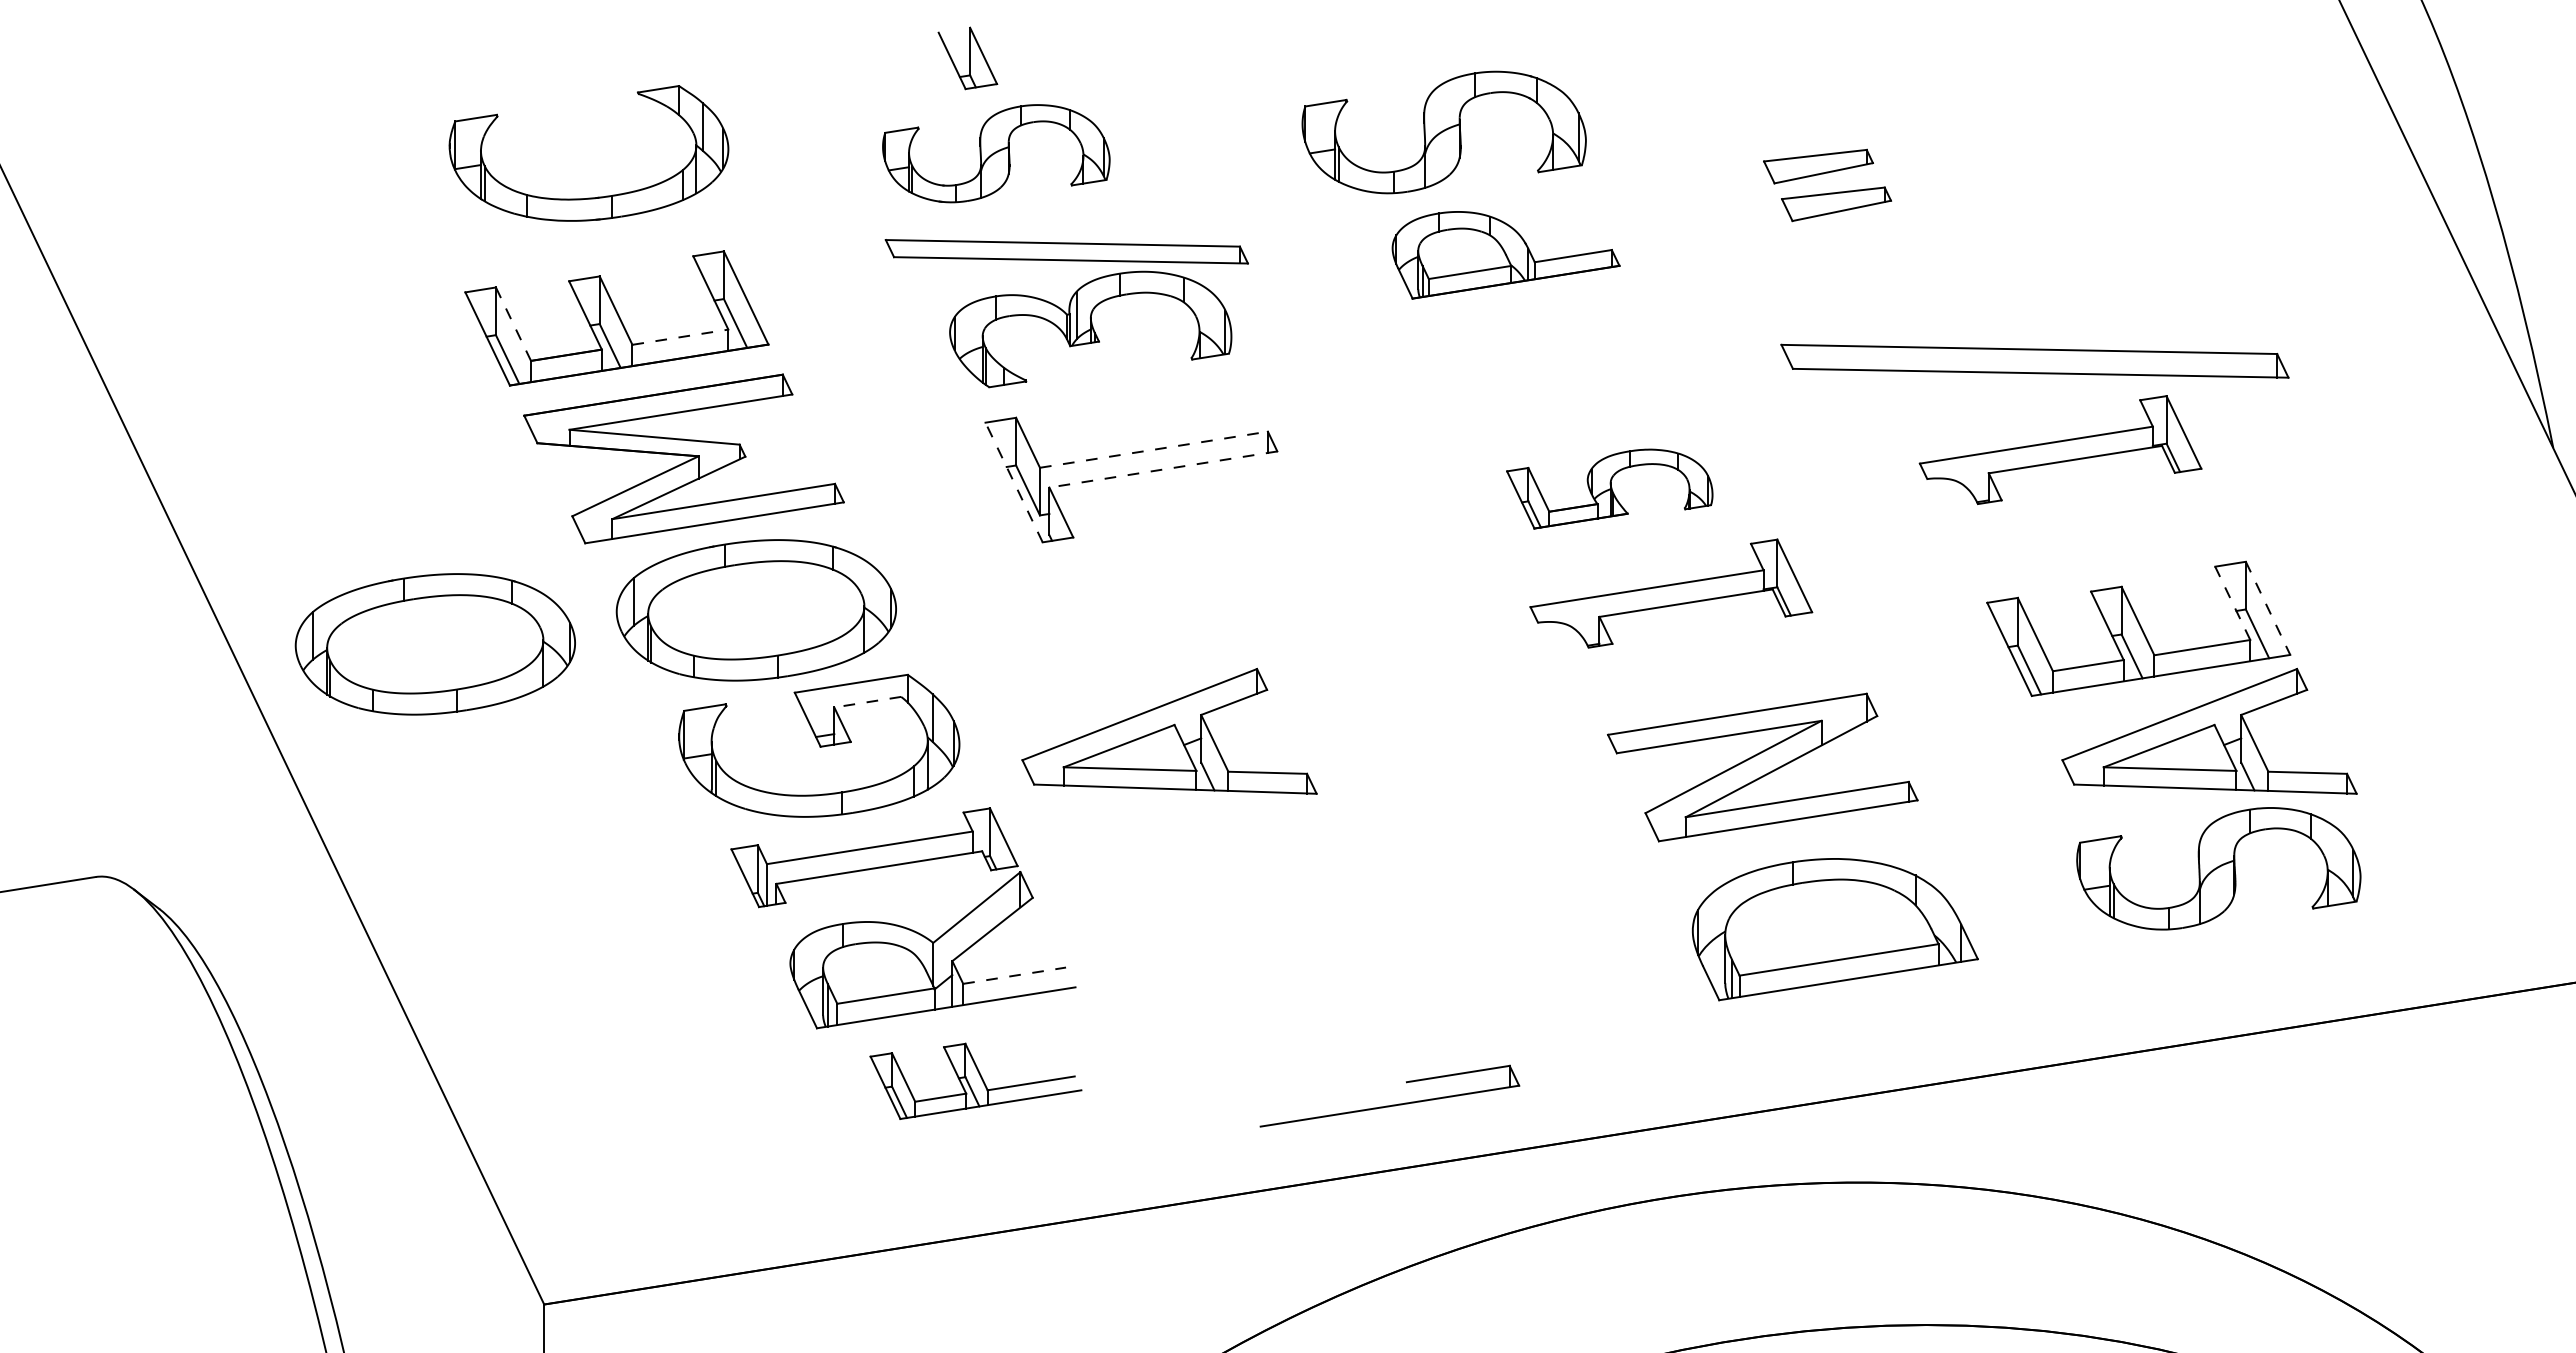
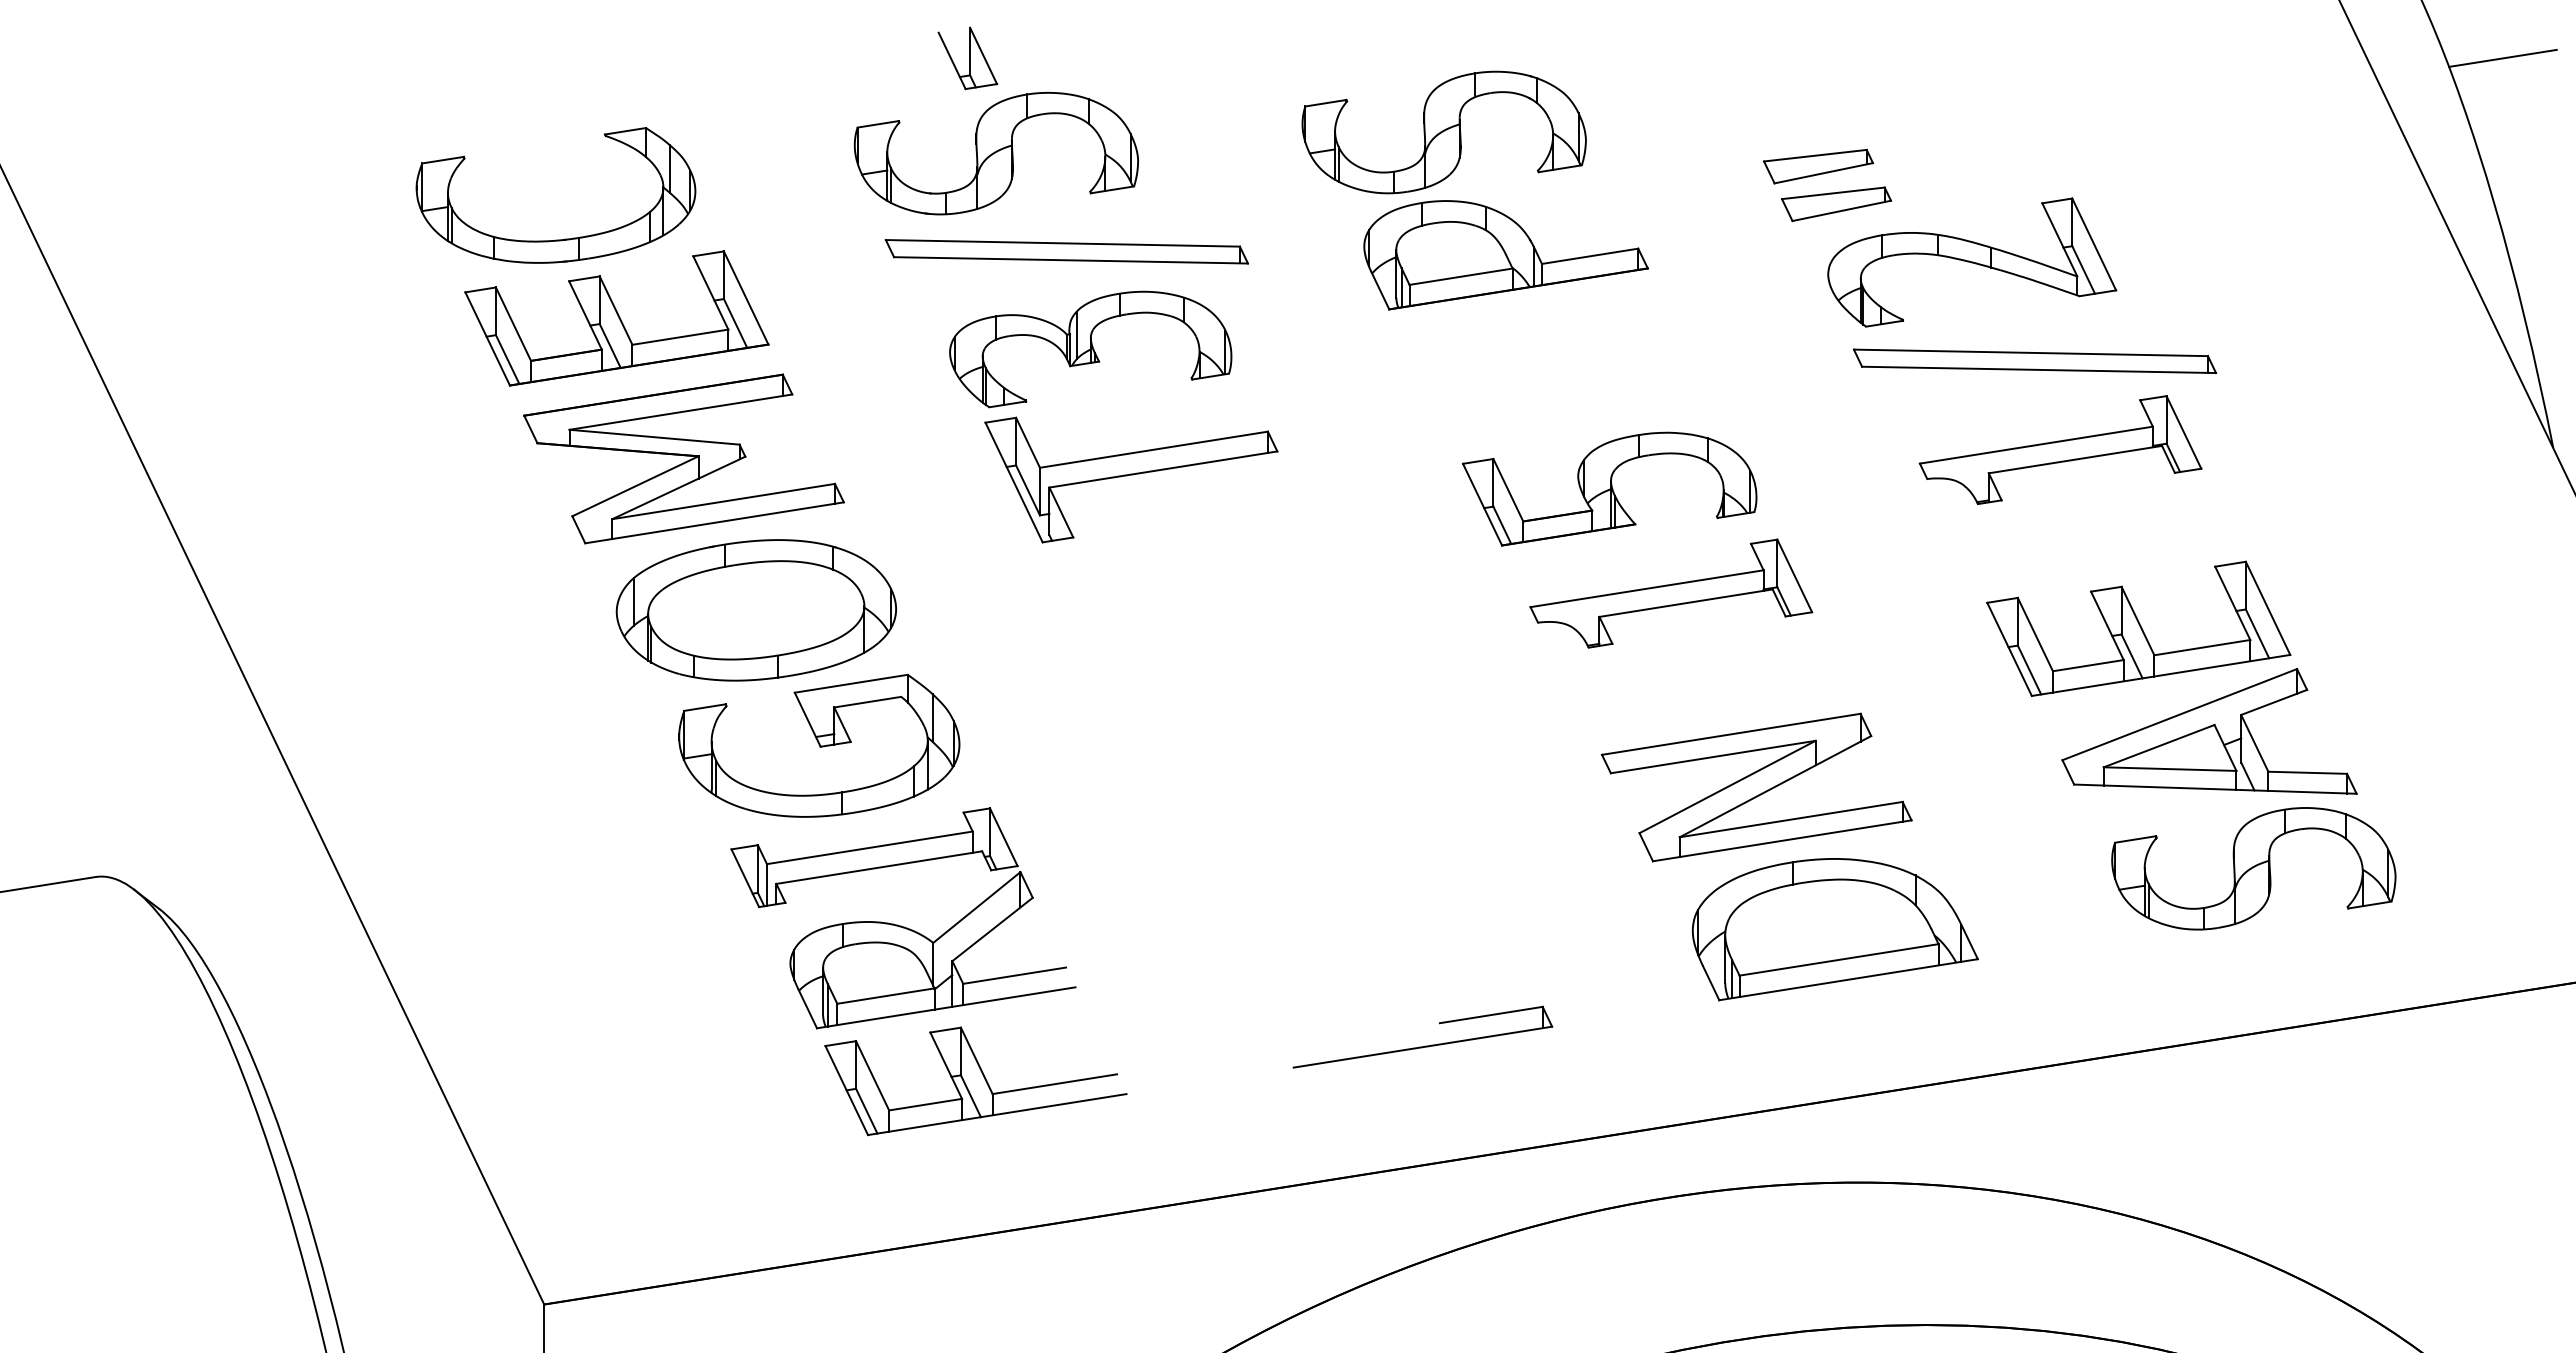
line at (2502, 57): none -> present
part at (996, 153) size: 229x100 px -> 286x124 px
part at (597, 196) position: (597, 196) -> (564, 238)
part at (1505, 255) size: 230x89 px -> 286x111 px
part at (1972, 262): none -> present
line at (513, 324): dashed -> solid
part at (1090, 329) position: (1090, 329) -> (1090, 349)
line at (680, 337): dashed -> solid
part at (2034, 360) size: 510x36 px -> 366x27 px
line at (1154, 449): dashed -> solid
line at (1162, 469): dashed -> solid
line at (1013, 482): dashed -> solid
part at (1609, 488) size: 208x82 px -> 296x116 px
line at (2232, 603): dashed -> solid
line at (2268, 608): dashed -> solid
part at (434, 644): present -> none
line at (867, 702): dashed -> solid
part at (1169, 730): present -> none
part at (1762, 767) position: (1762, 767) -> (1756, 787)
part at (2218, 868) position: (2218, 868) -> (2253, 868)
line at (1015, 975): dashed -> solid
part at (975, 1080) size: 214x78 px -> 304x111 px
part at (1392, 1104) position: (1392, 1104) -> (1425, 1045)
